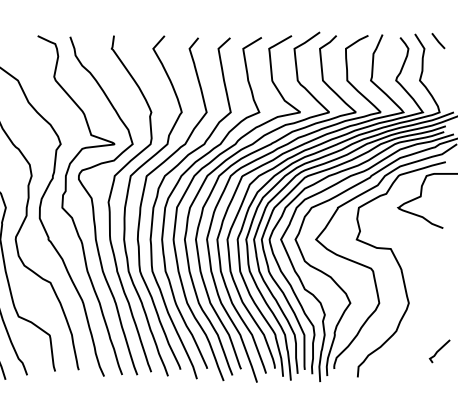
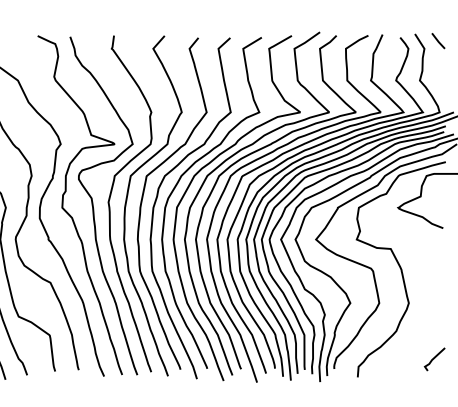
line at (439, 351) position: (439, 351) -> (434, 359)
